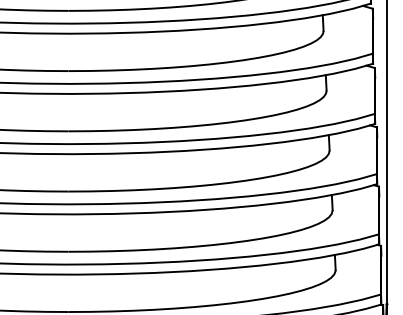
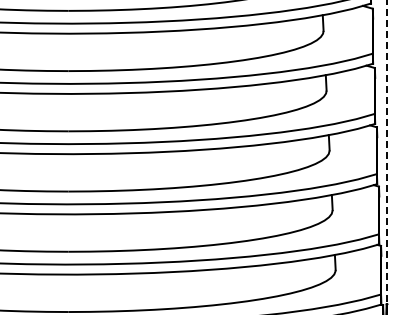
line at (387, 157): solid -> dashed
